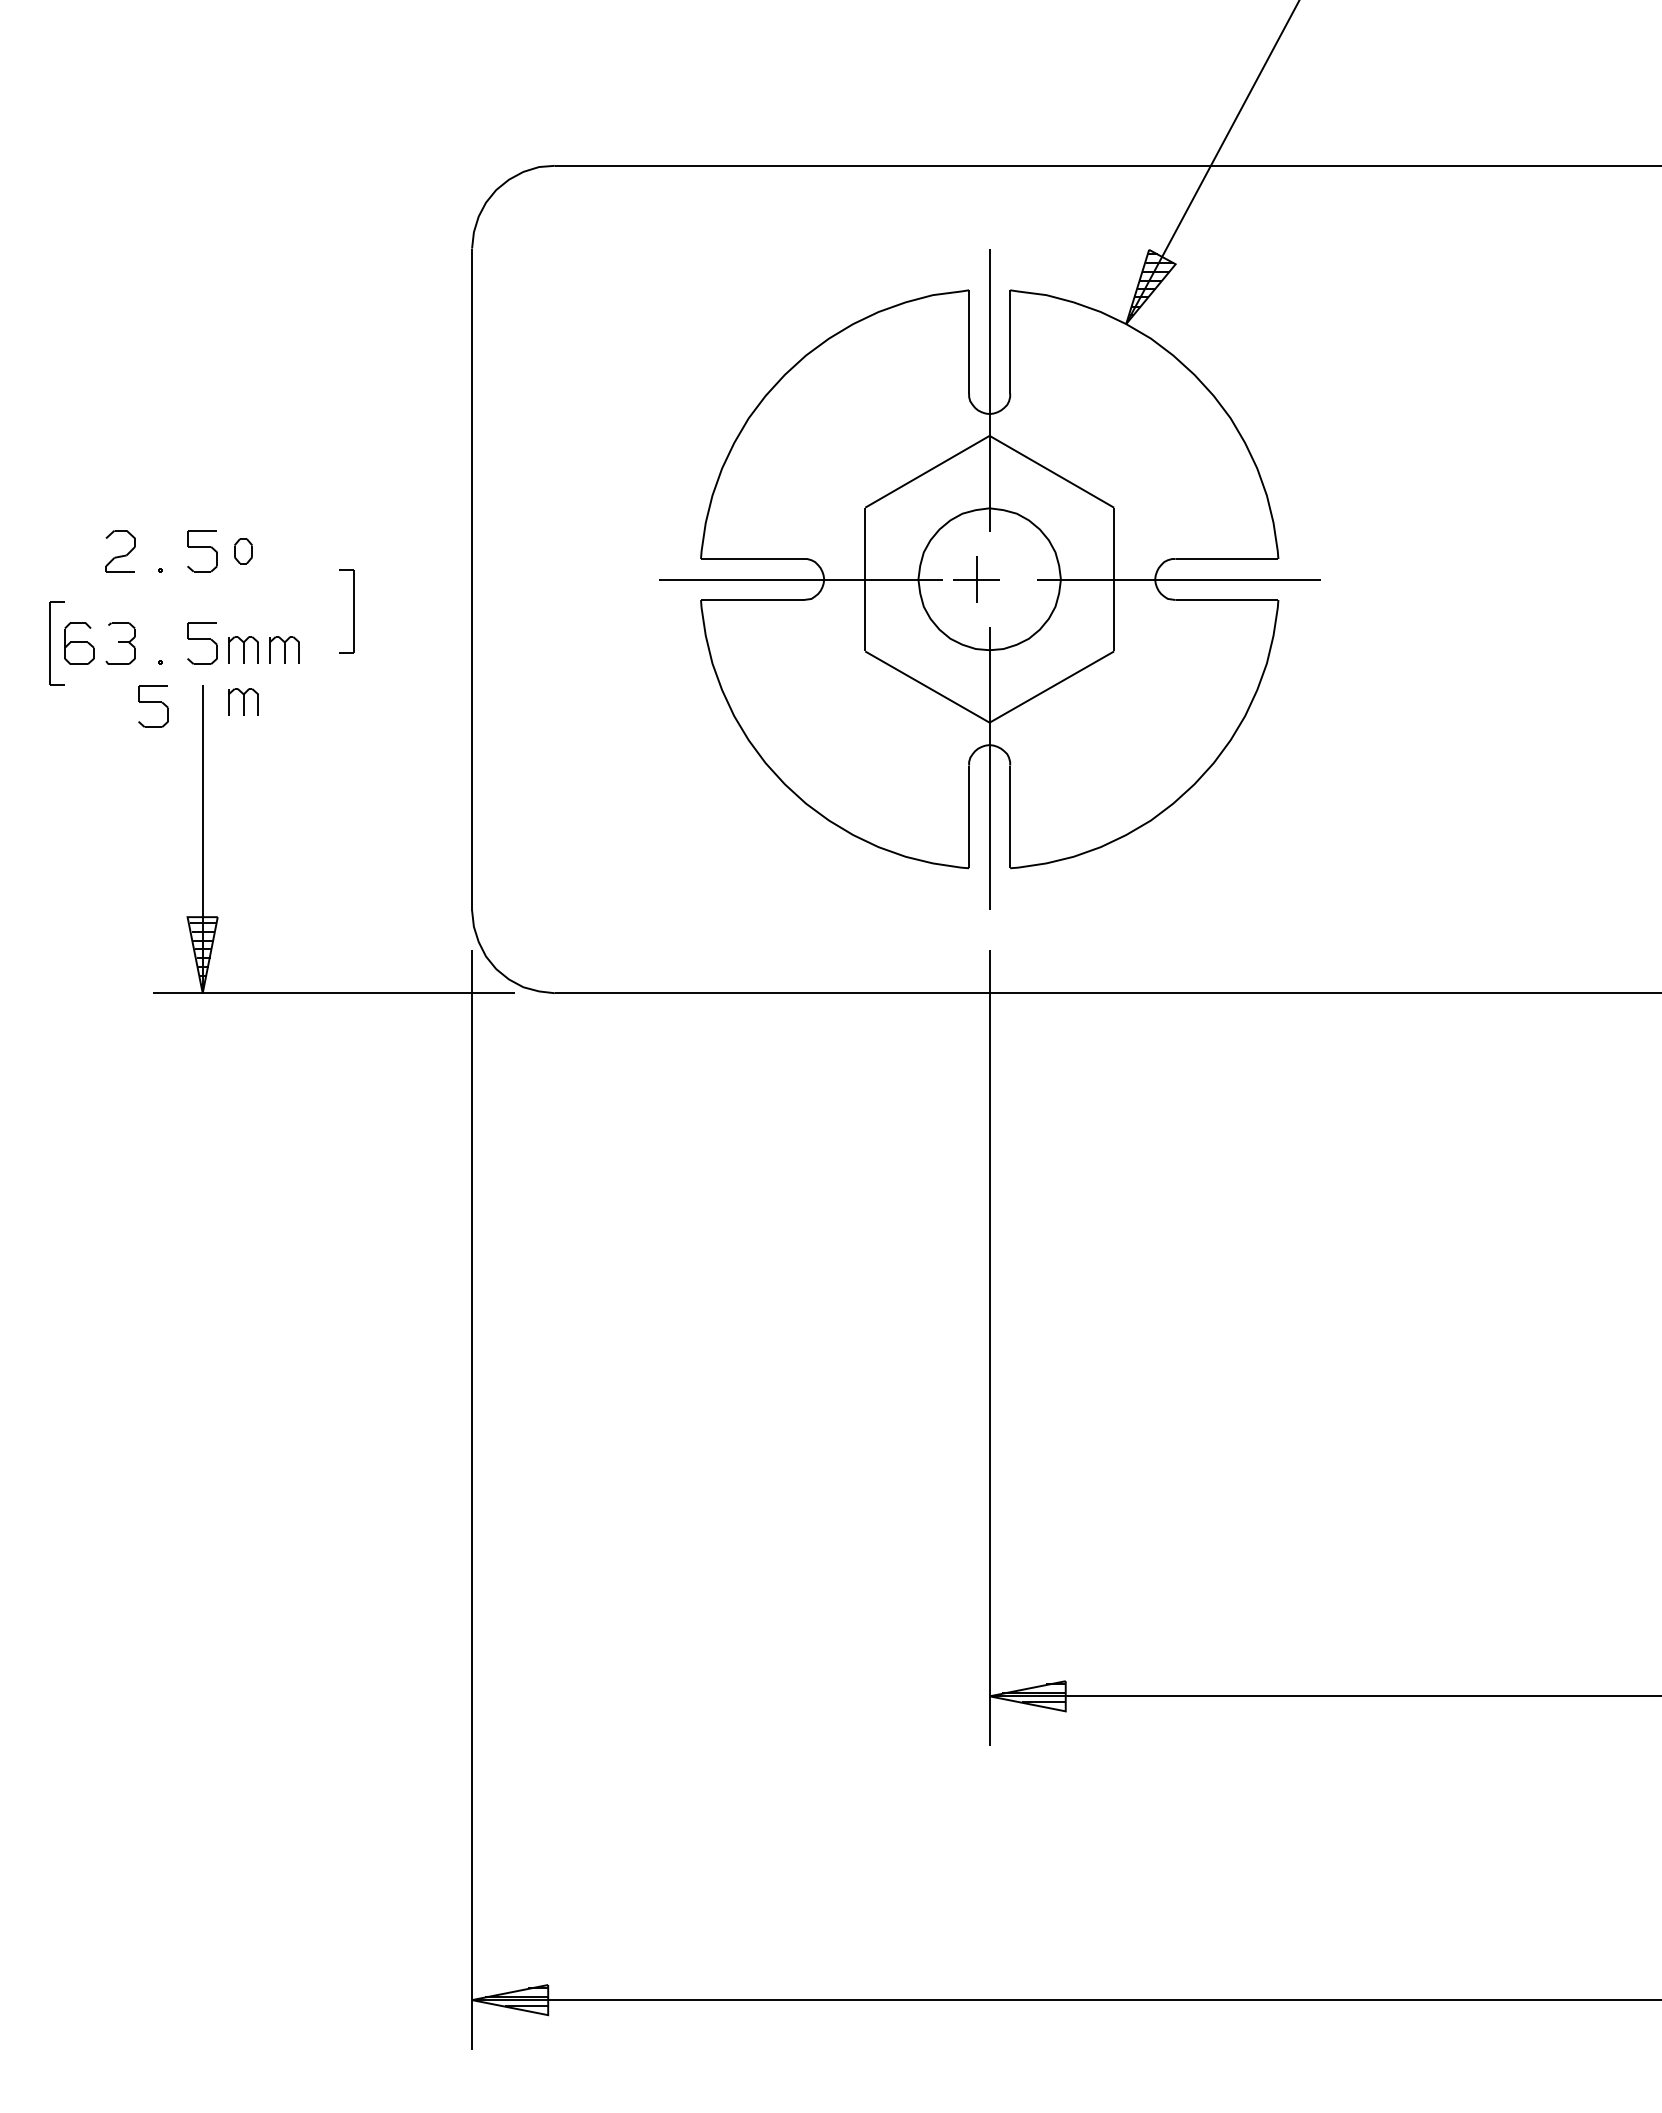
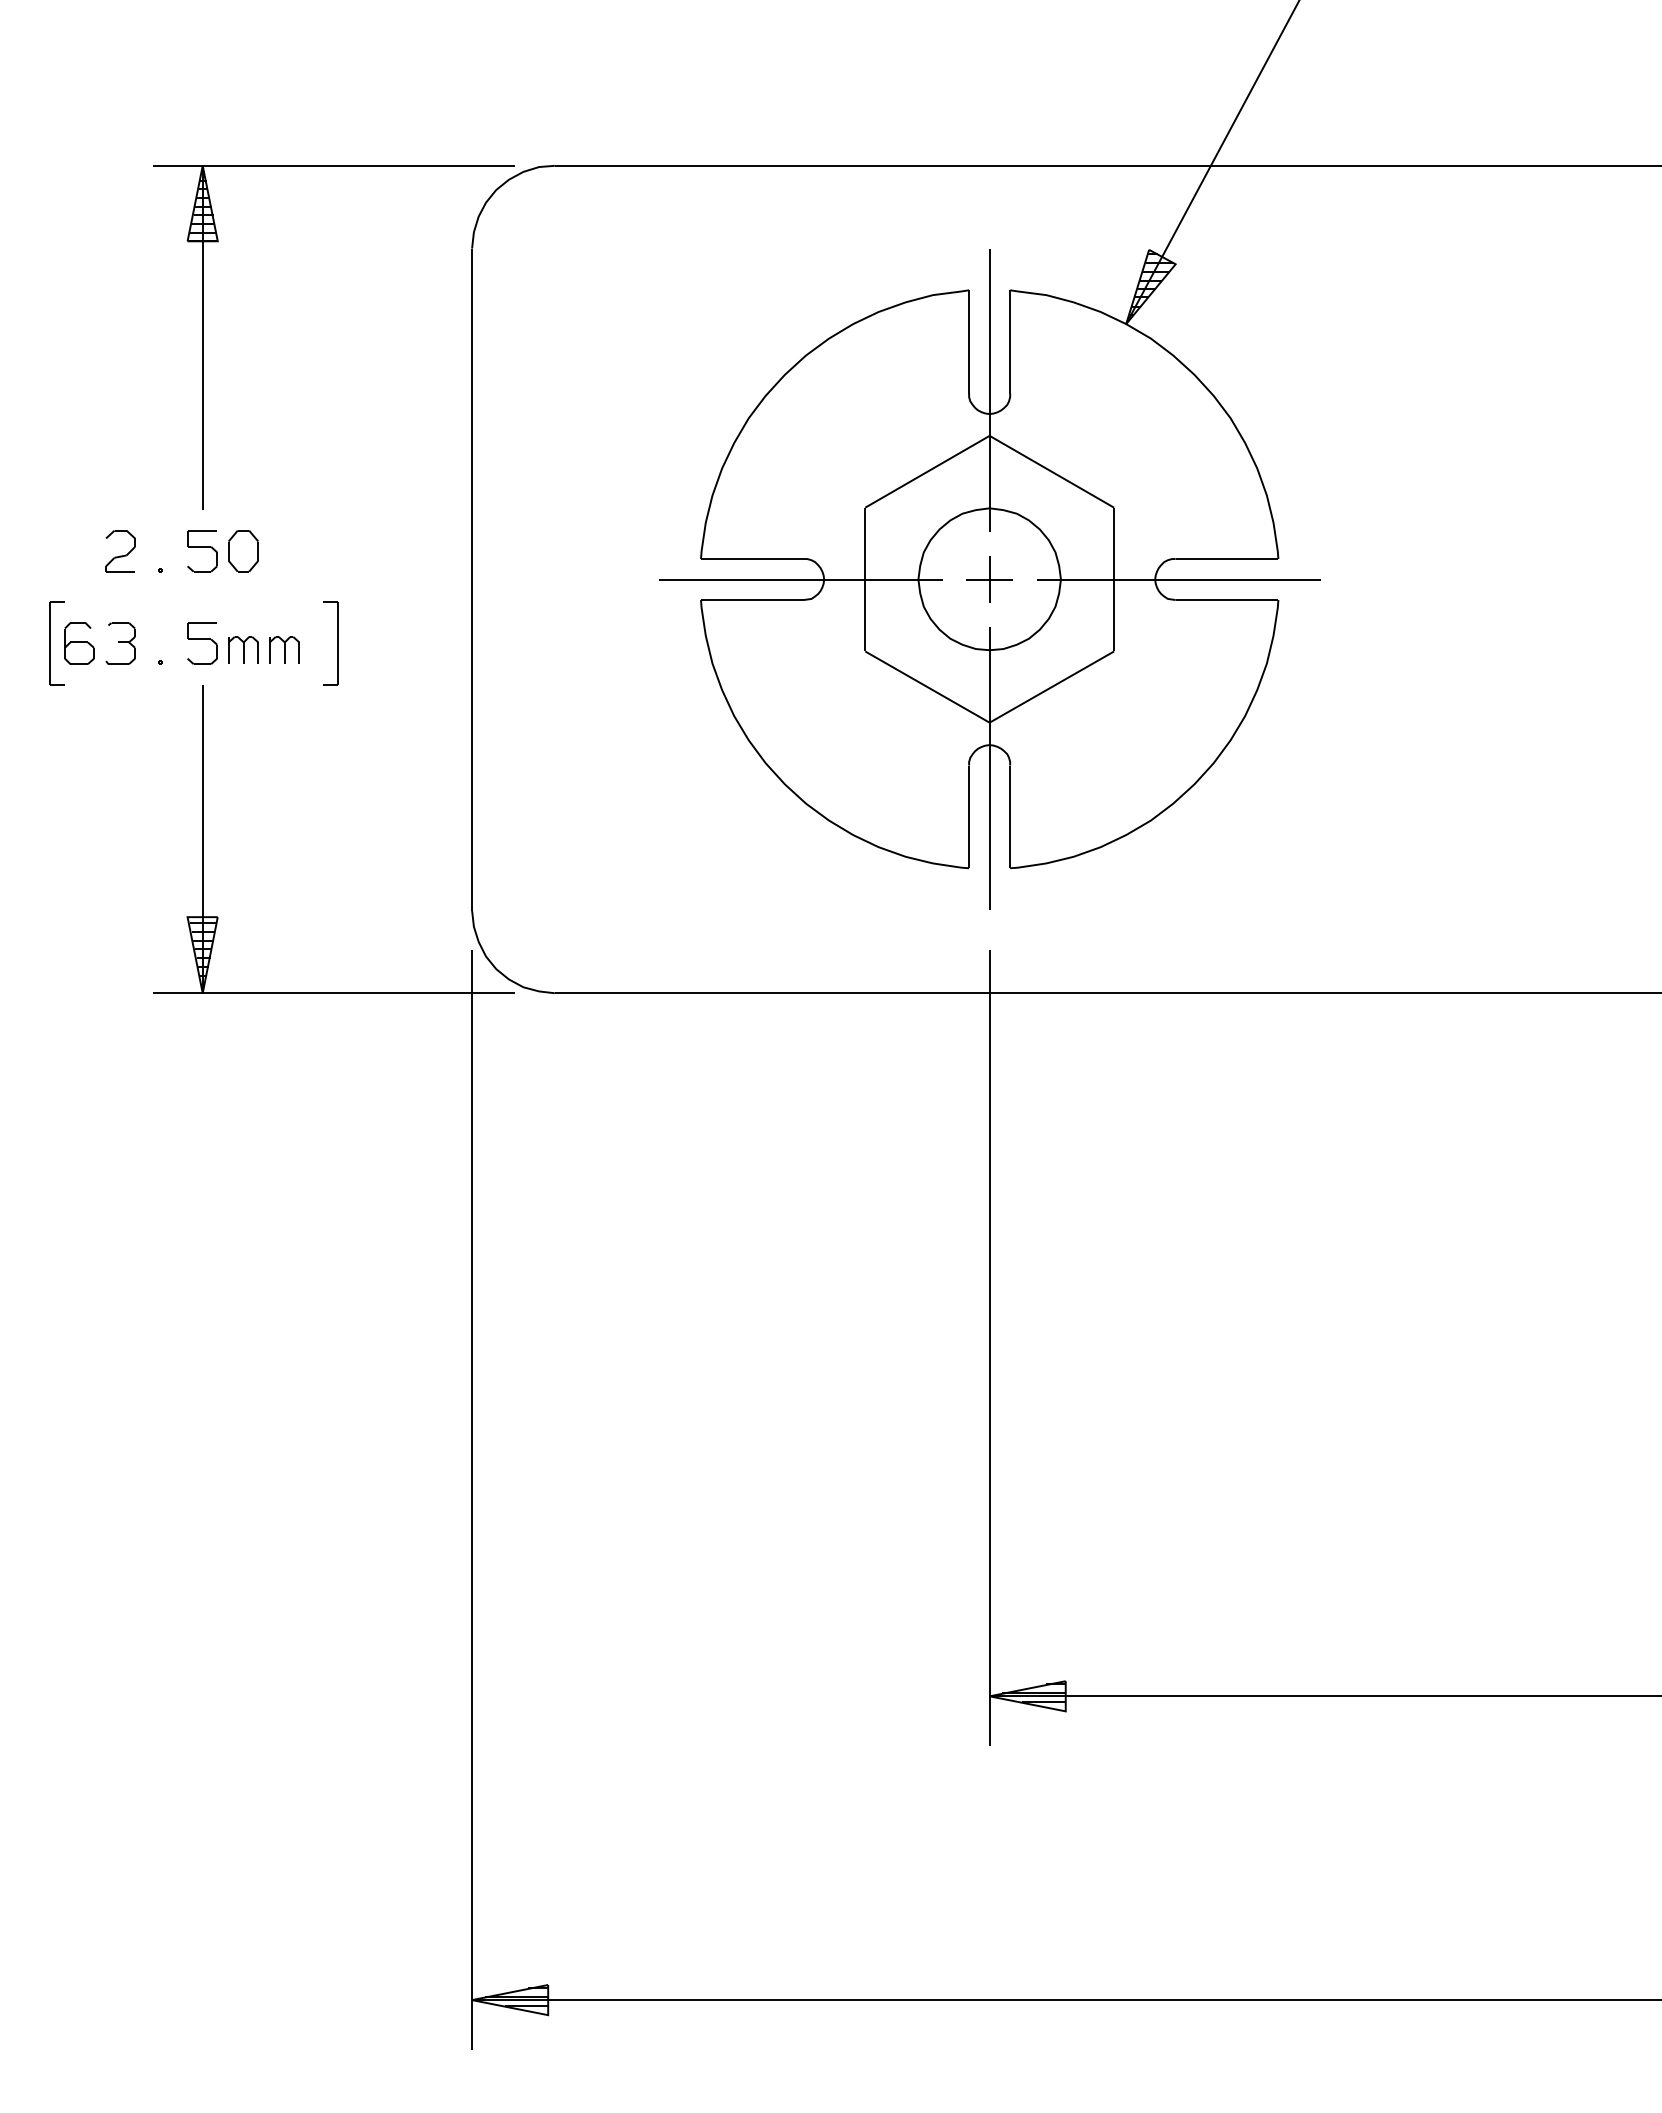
part at (203, 337): none -> present
part at (243, 551) size: 19x27 px -> 31x43 px
part at (976, 579) position: (976, 579) -> (989, 579)
part at (353, 611) position: (353, 611) -> (337, 643)
part at (243, 701): present -> none
part at (153, 706): present -> none
